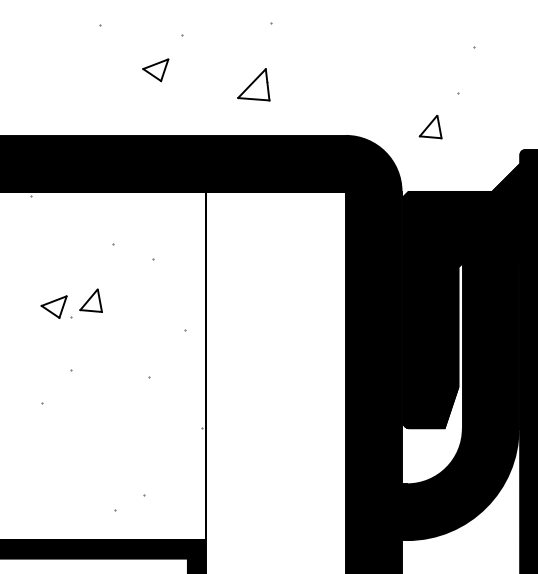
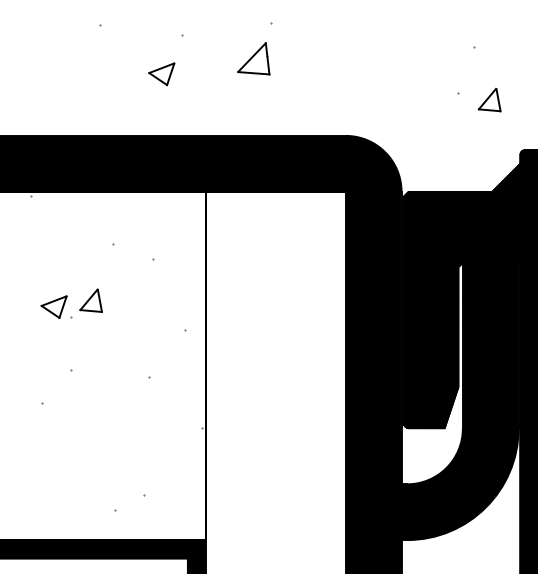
part at (155, 70) position: (155, 70) -> (161, 74)
part at (253, 84) position: (253, 84) -> (253, 58)
part at (430, 127) position: (430, 127) -> (489, 100)
